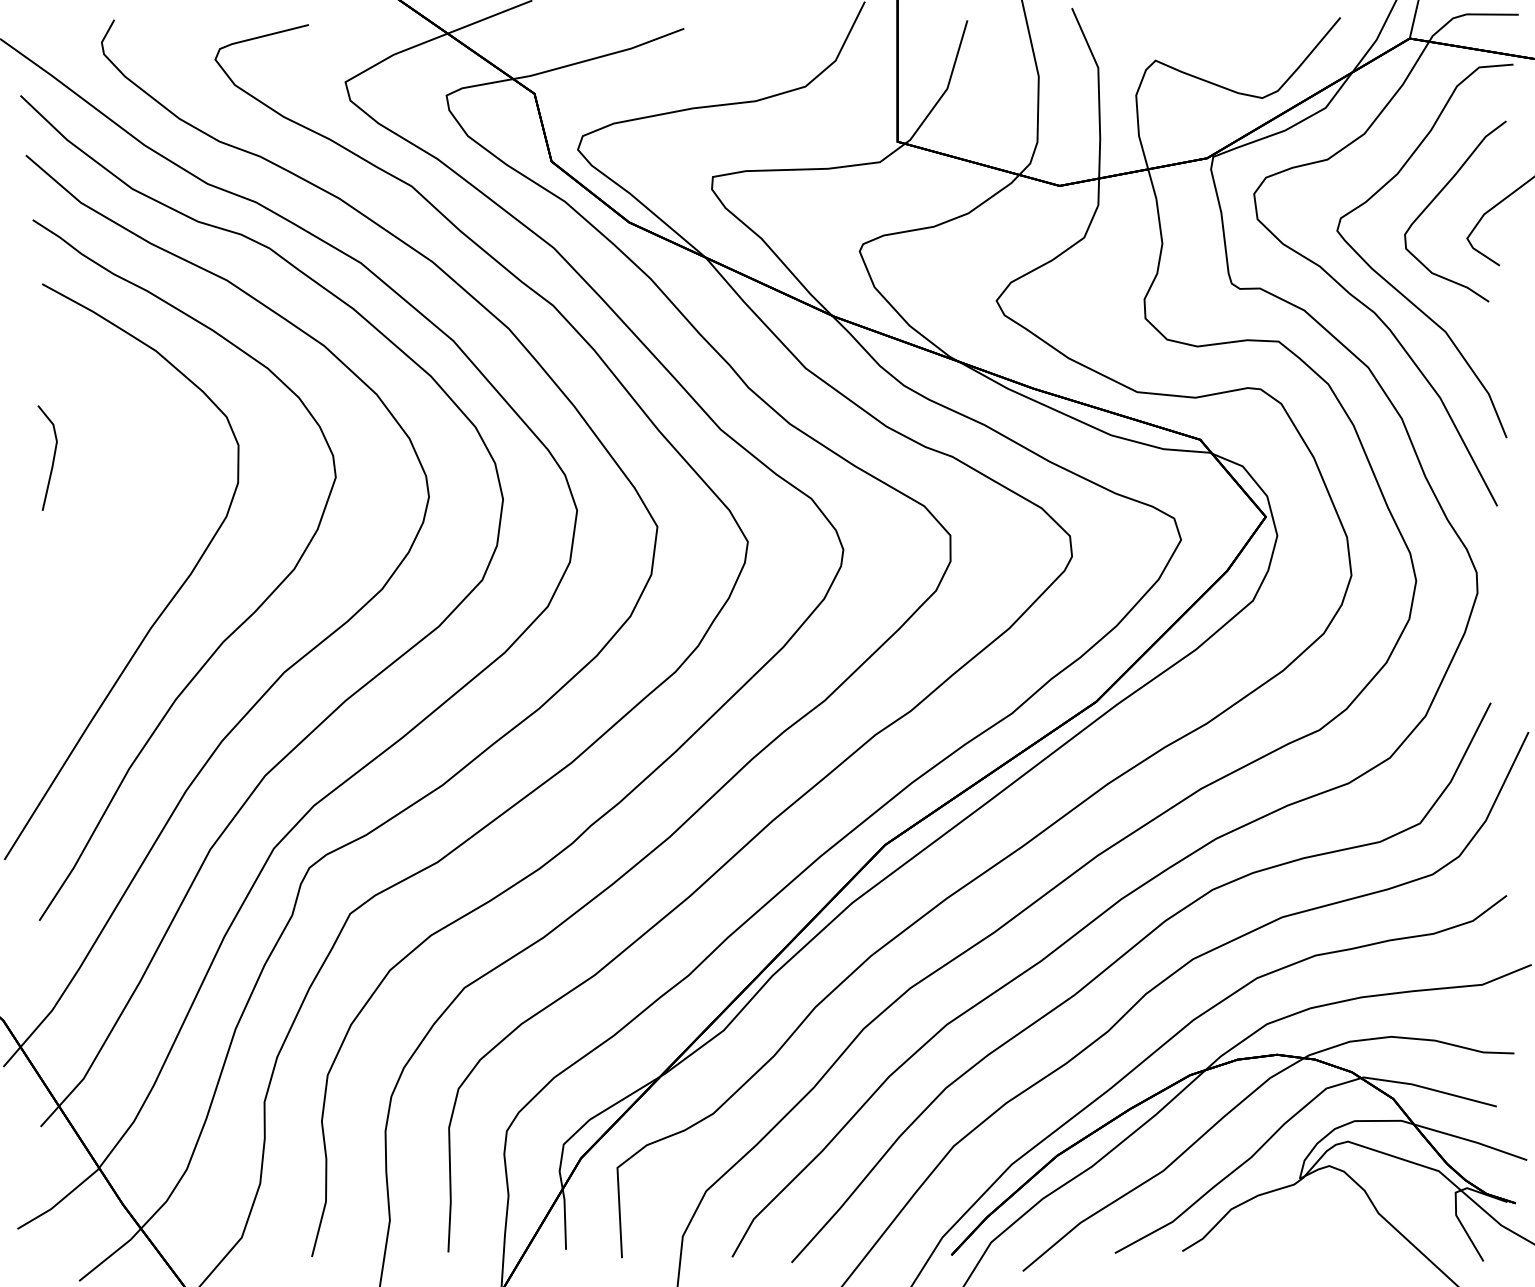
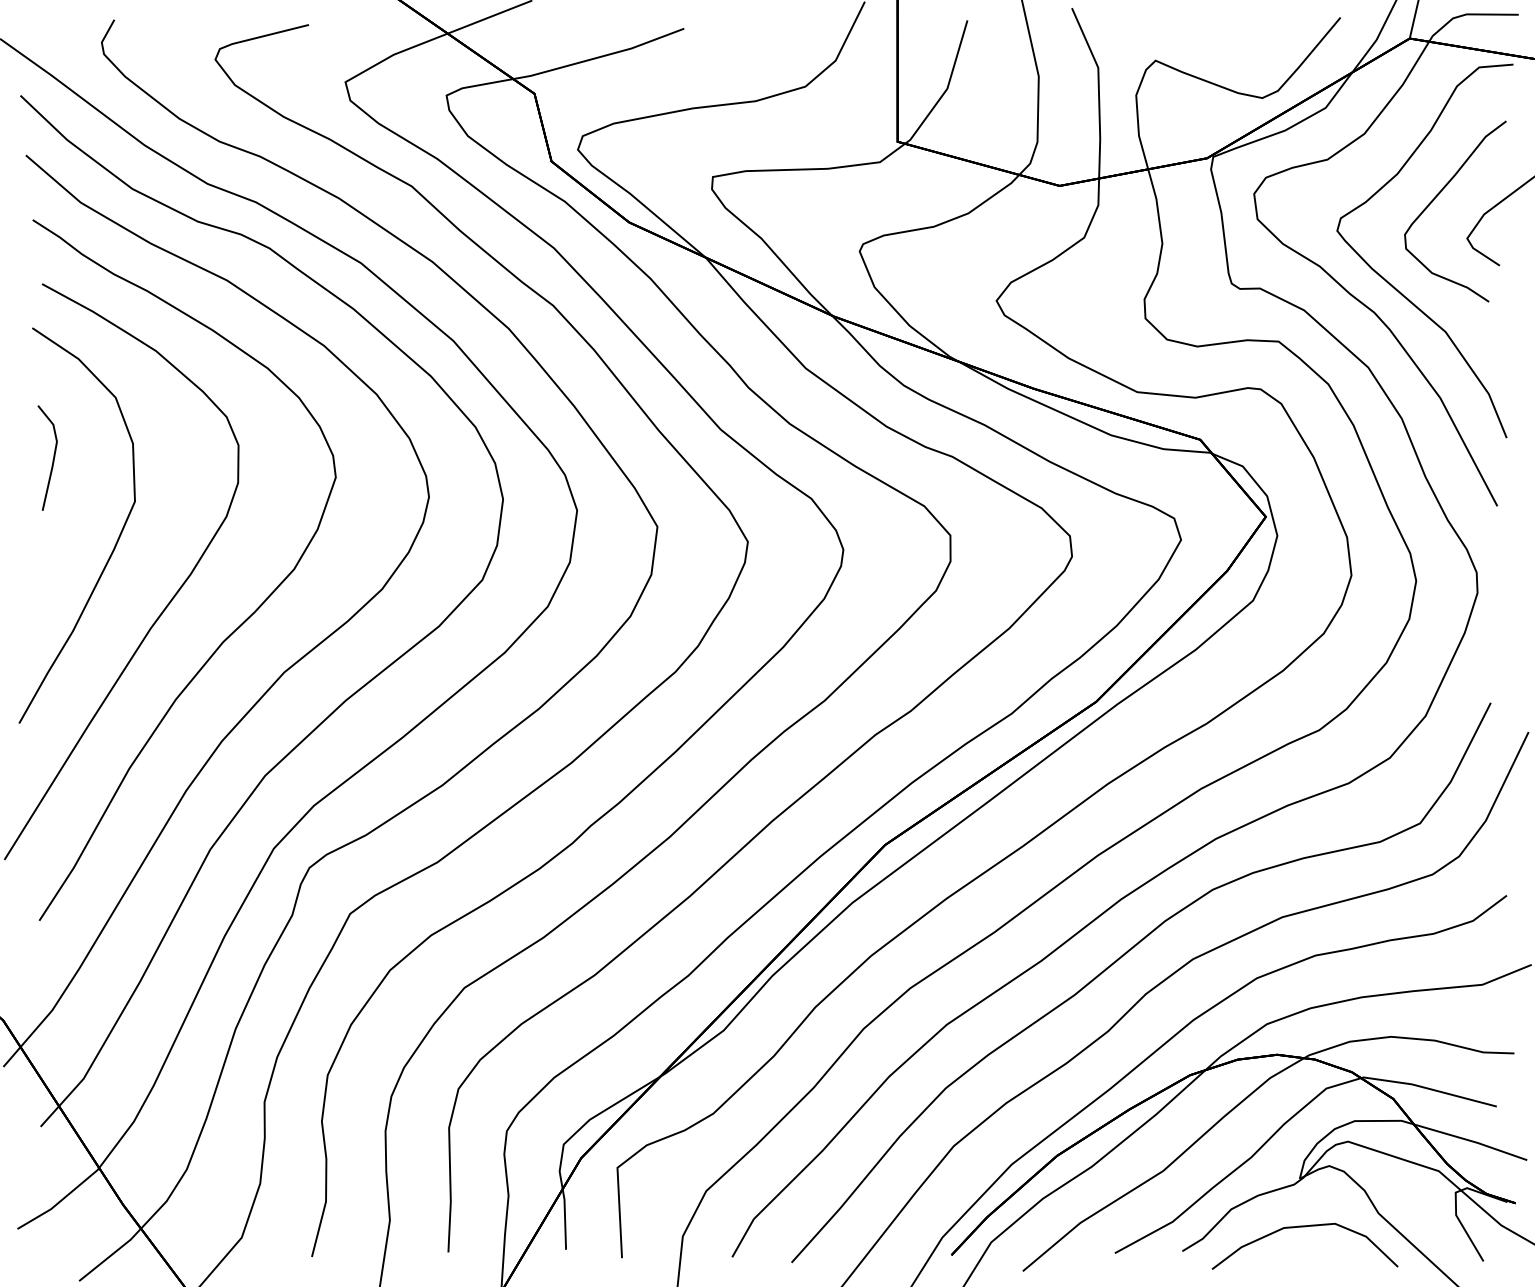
part at (114, 545): none -> present
curve at (1304, 1227): none -> present
